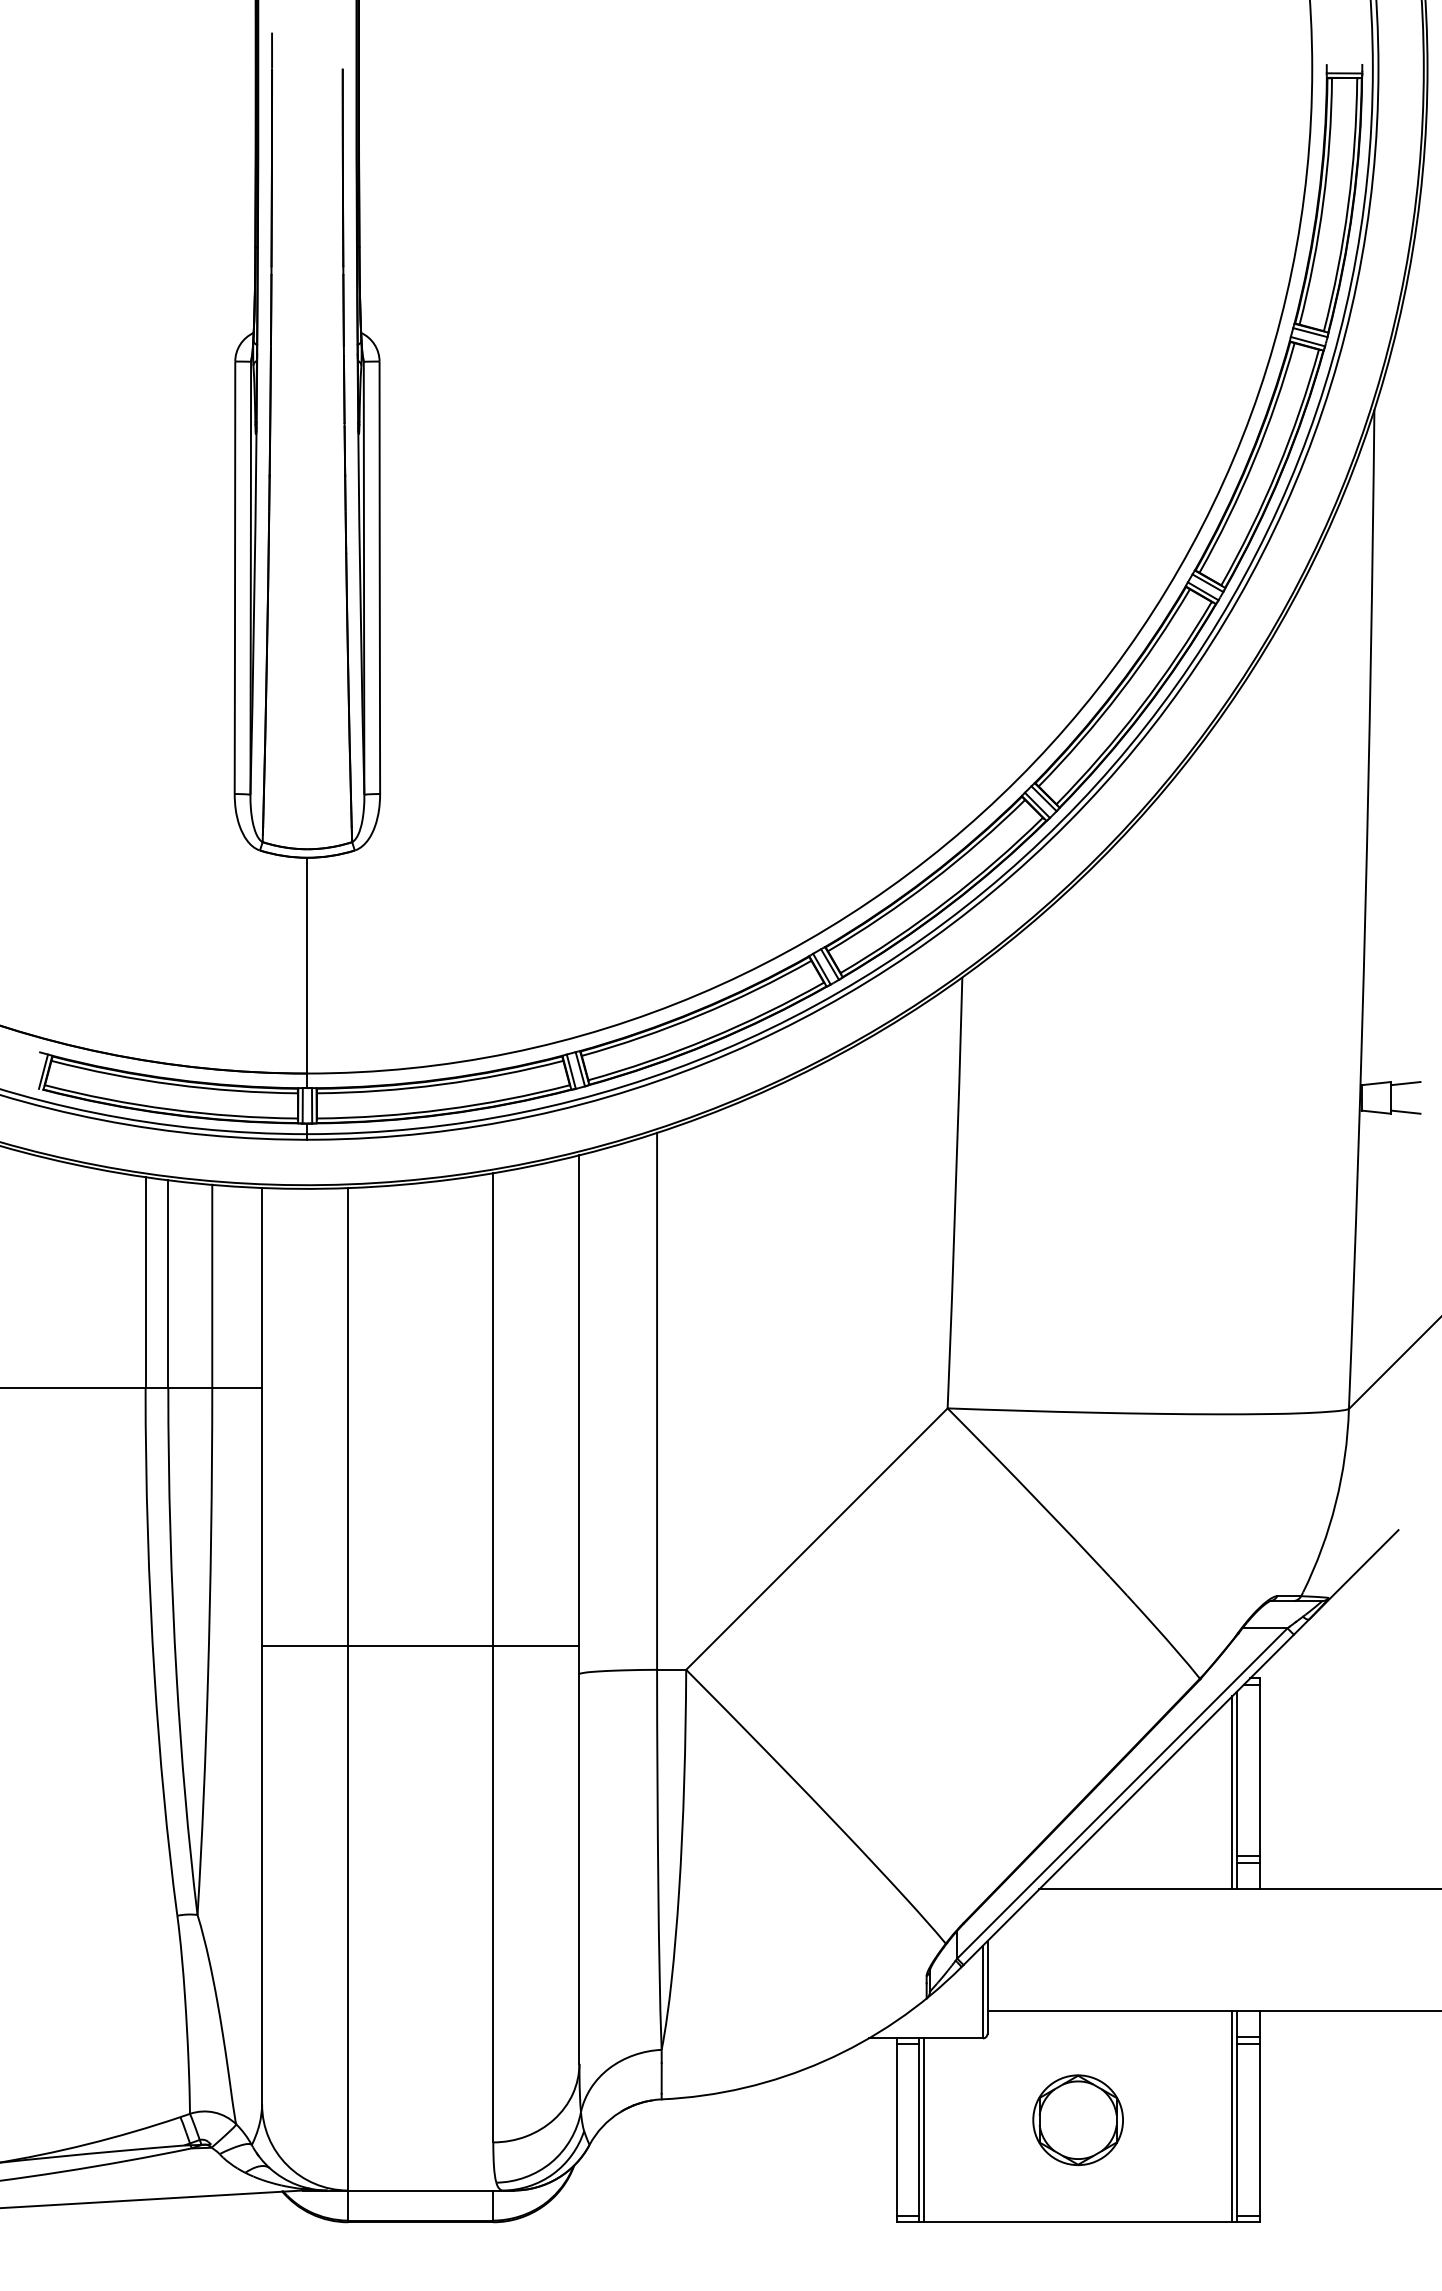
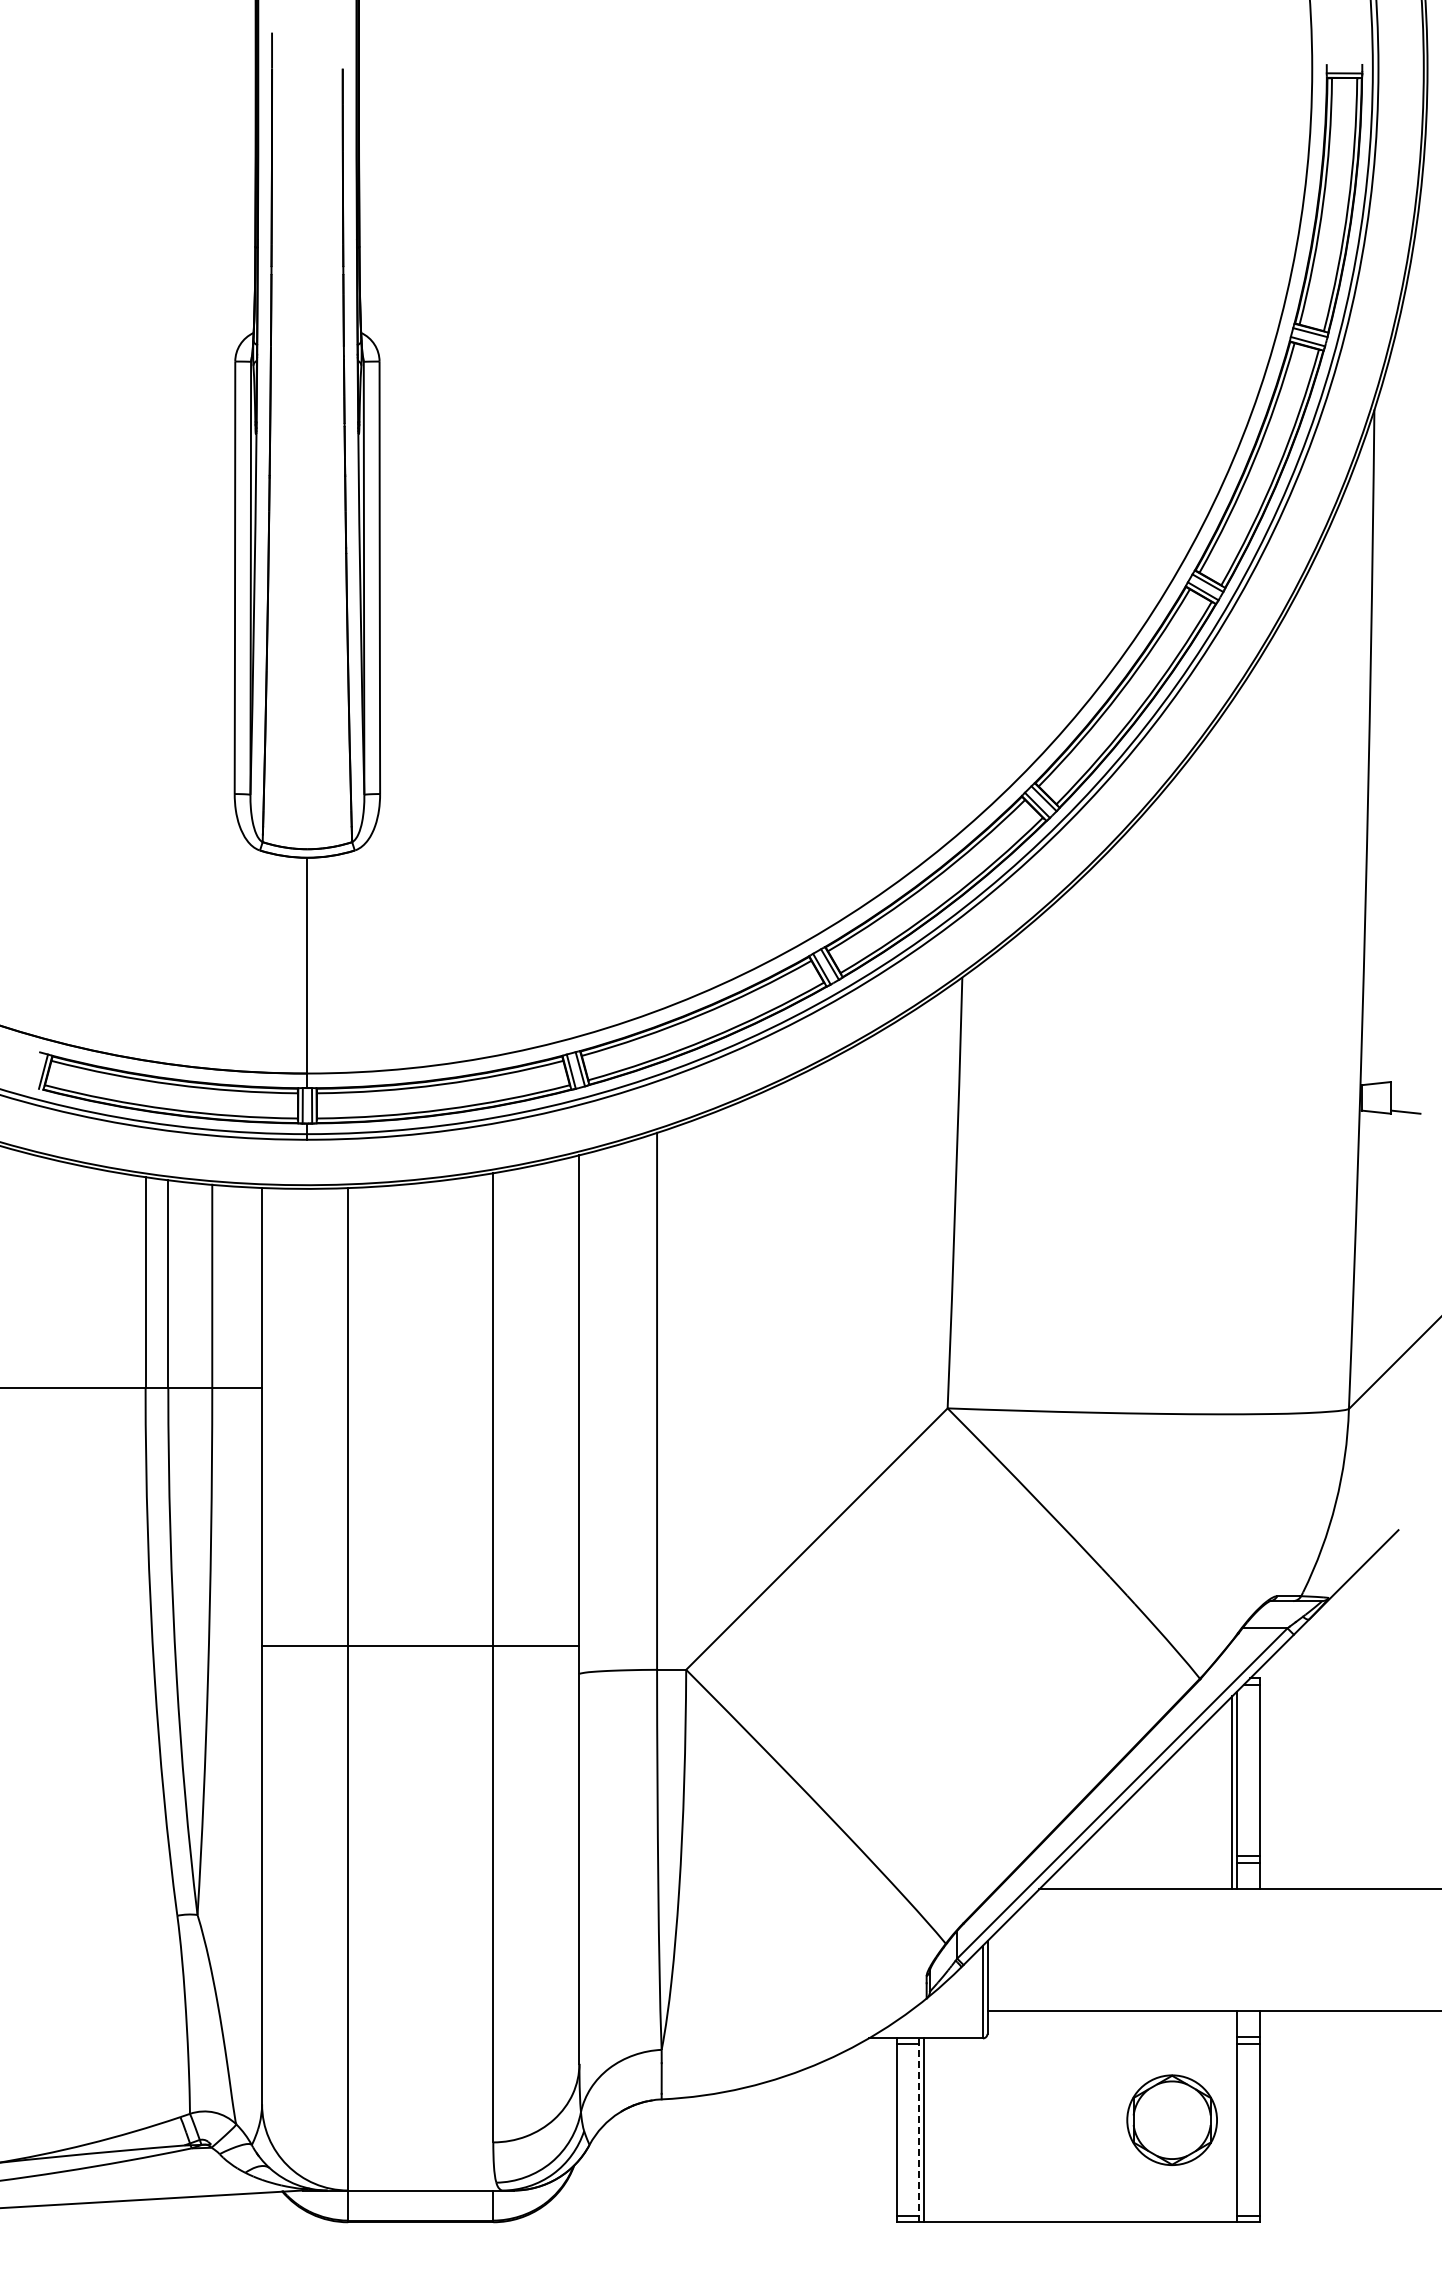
line at (1405, 1083): present -> none
line at (1232, 2116): present -> none
part at (1077, 2119) position: (1077, 2119) -> (1171, 2119)
line at (919, 2130): solid -> dashed
